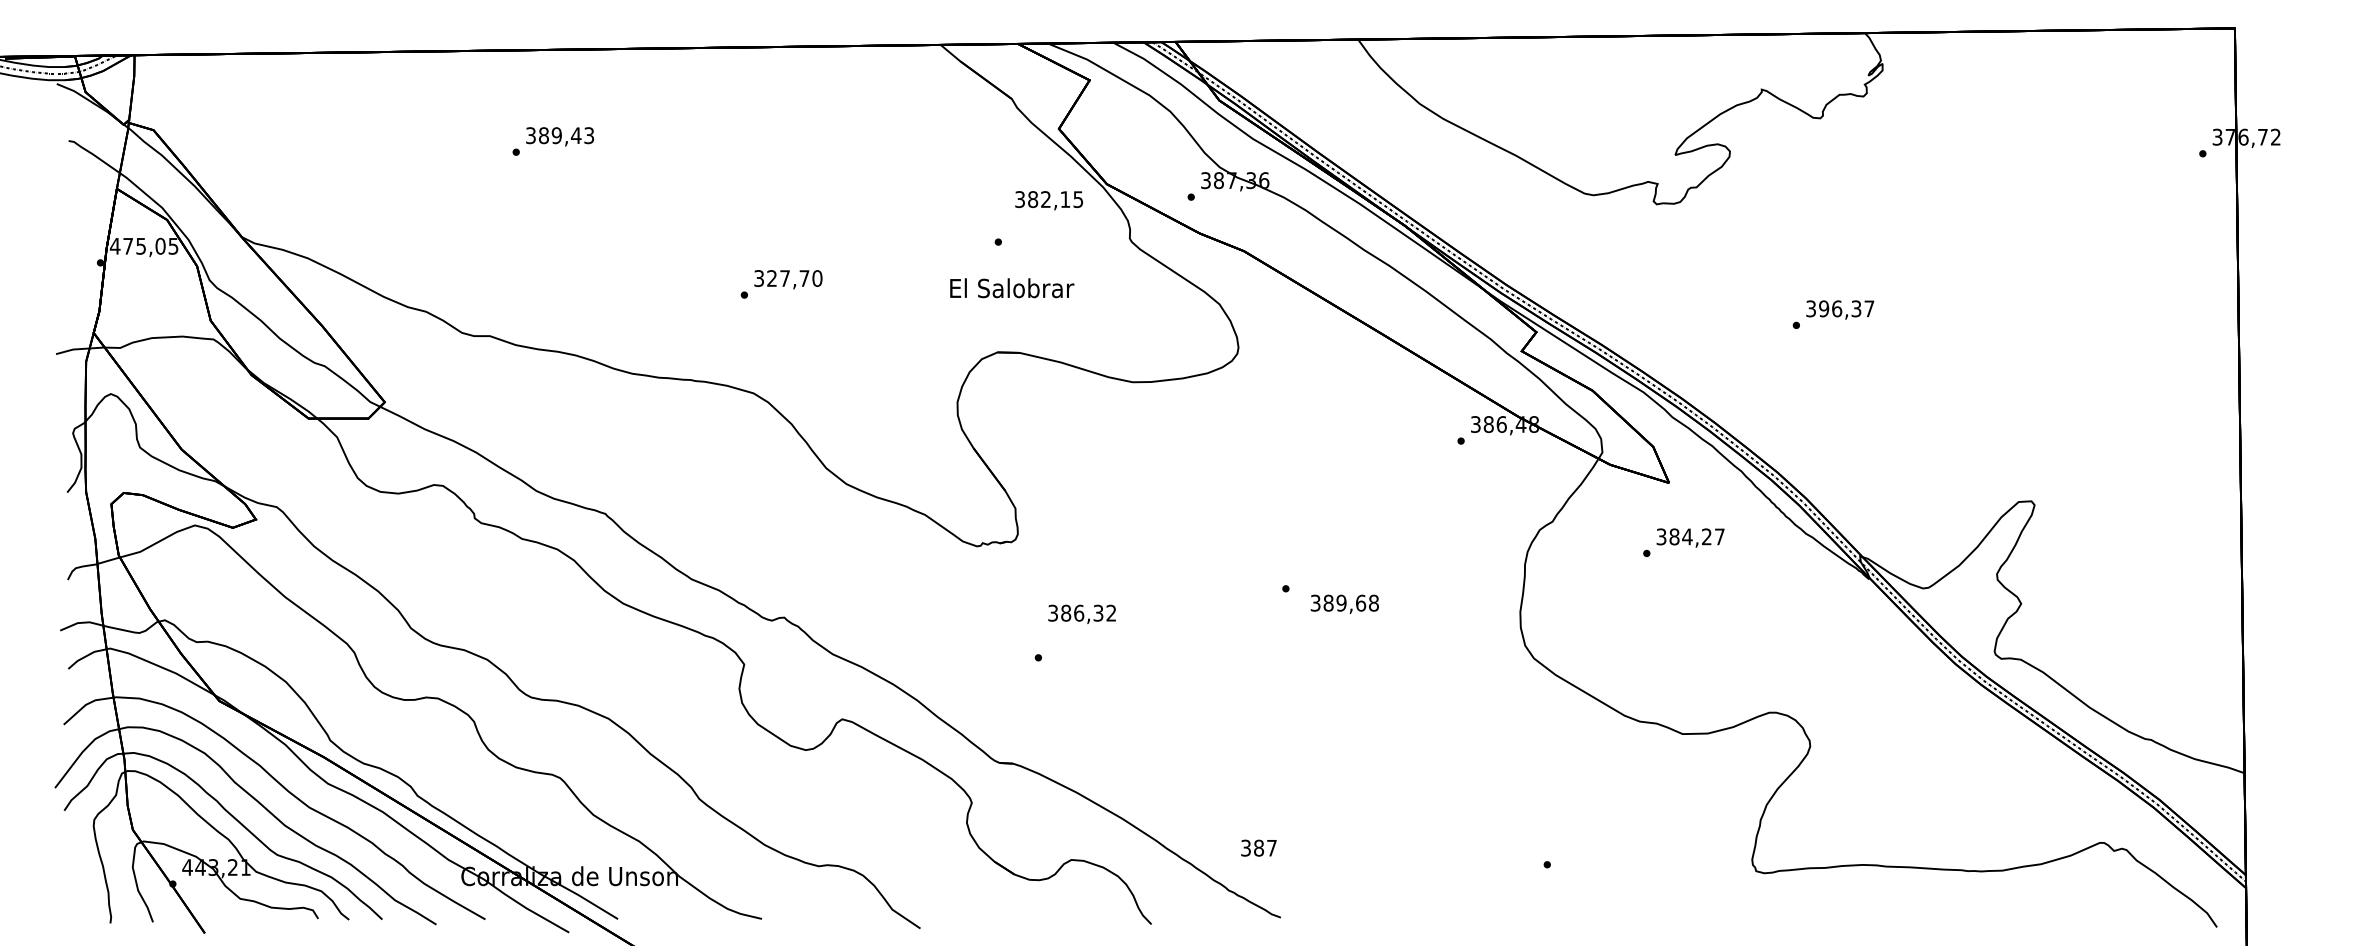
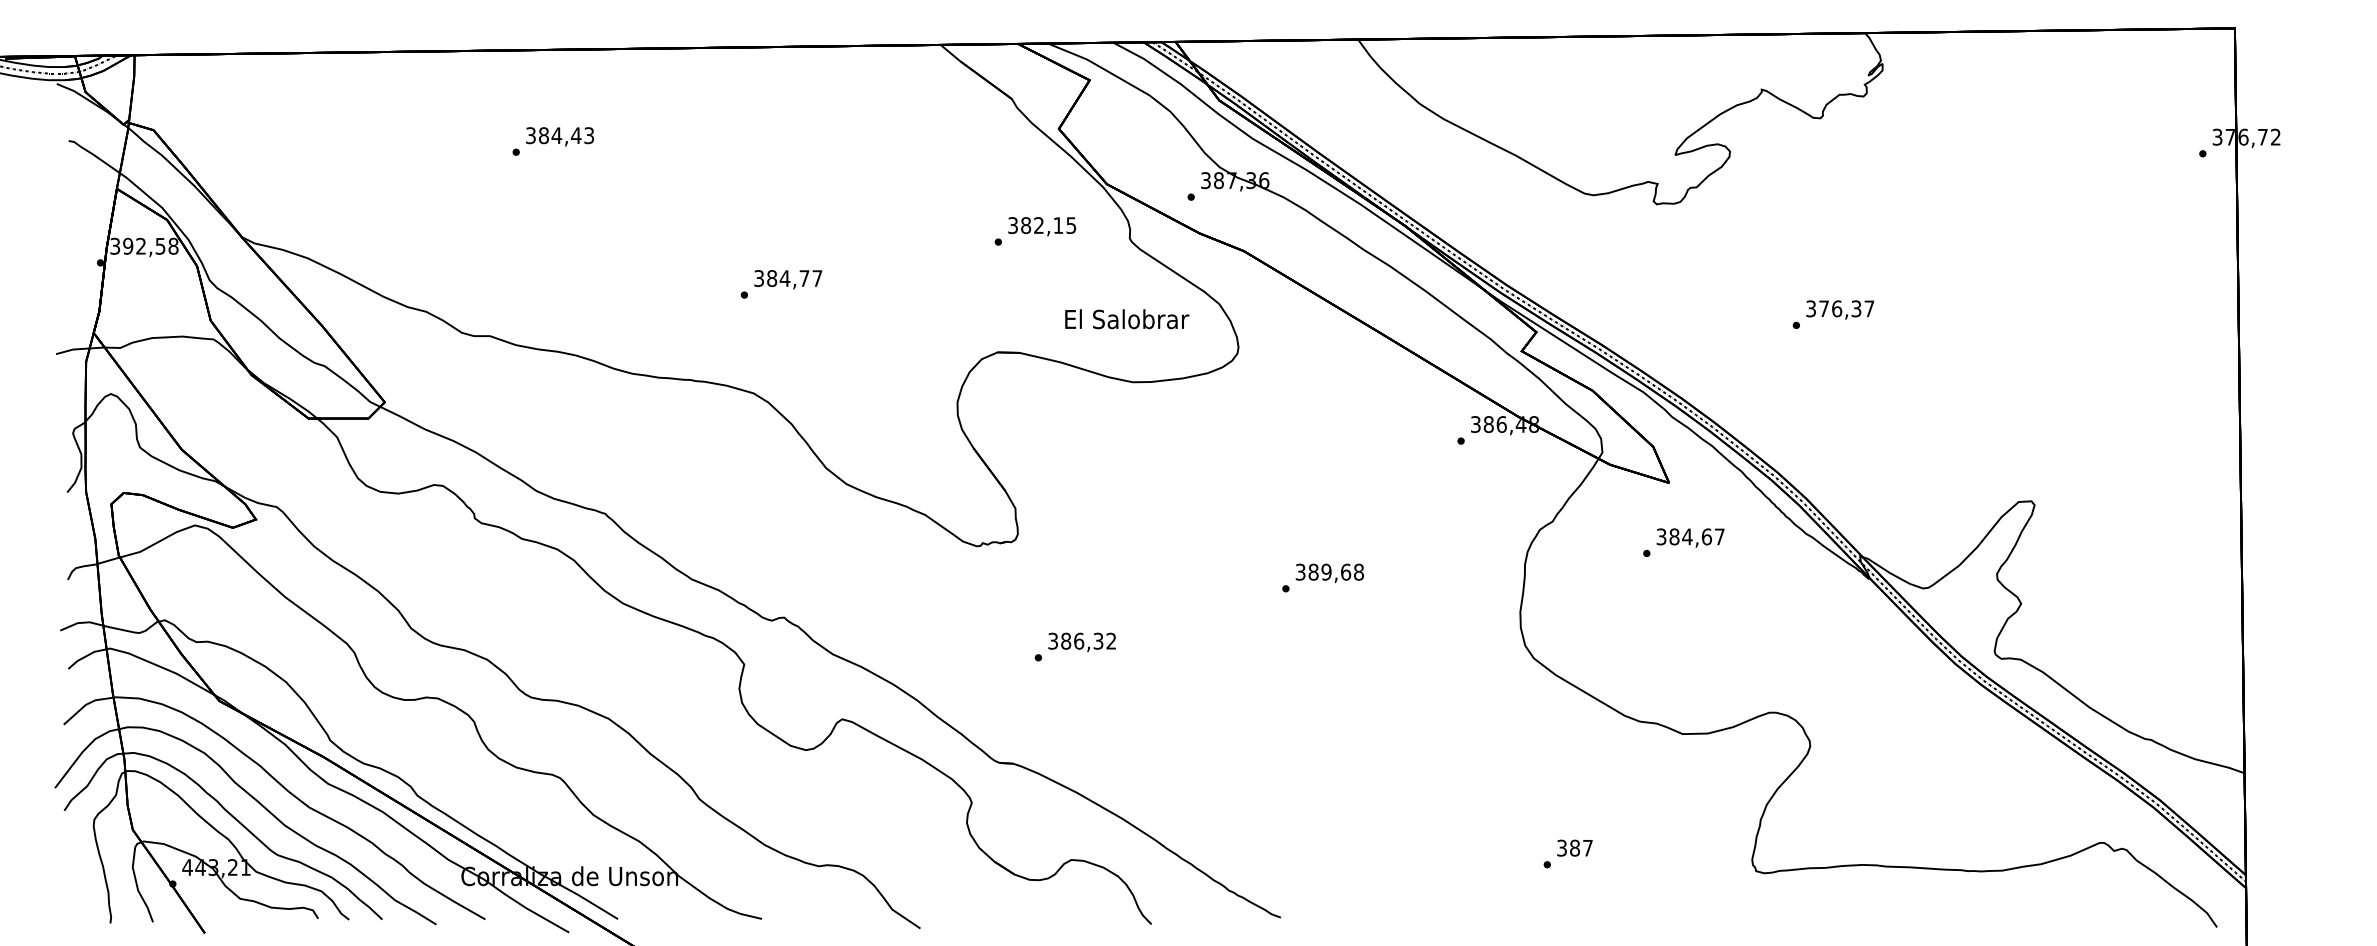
text at (556, 135): 389,43 -> 384,43
text at (1049, 200) position: (1049, 200) -> (1042, 226)
text at (143, 245): 475,05 -> 392,58
text at (794, 278): 327,70 -> 384,77
text at (1012, 288) position: (1012, 288) -> (1127, 319)
text at (1824, 308): 396,37 -> 376,37
text at (1706, 536): 384,27 -> 384,67
text at (1344, 603) position: (1344, 603) -> (1329, 572)
text at (1081, 613) position: (1081, 613) -> (1081, 641)
text at (1258, 847) position: (1258, 847) -> (1574, 847)
